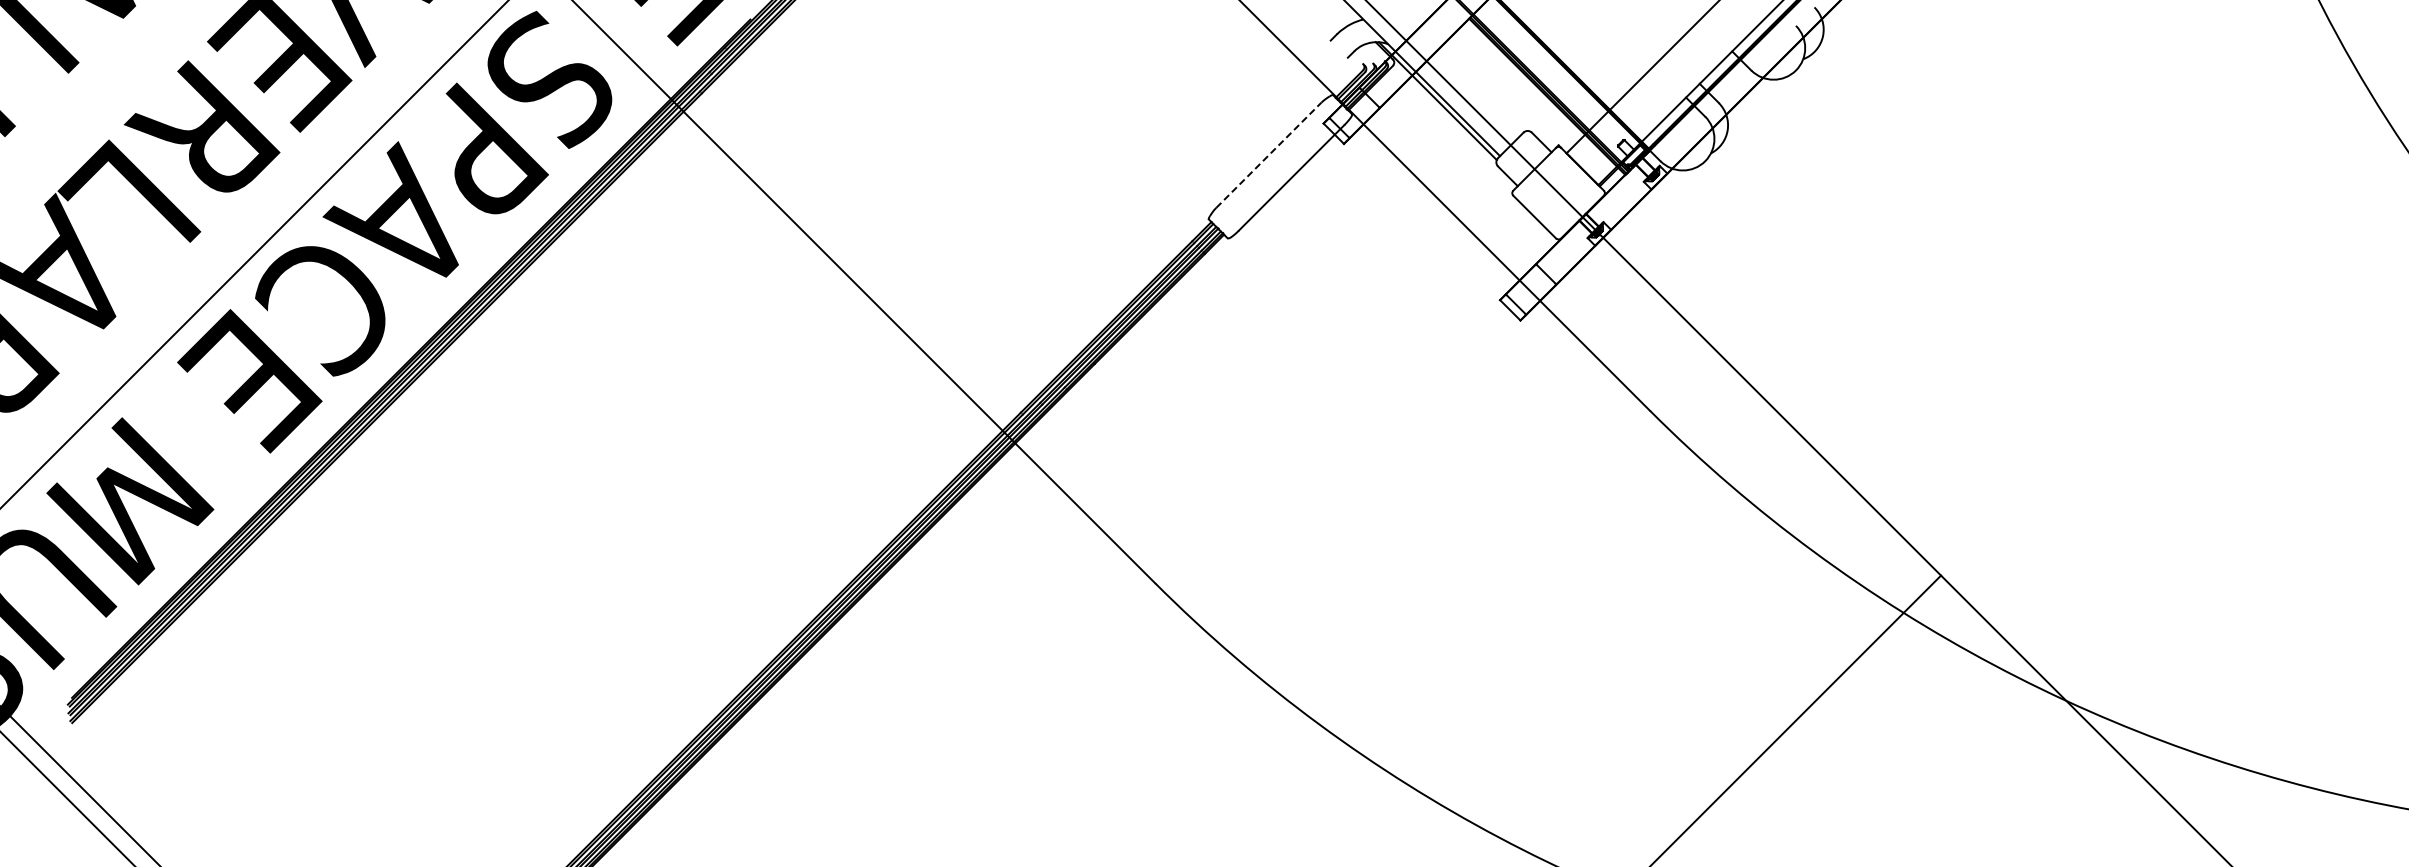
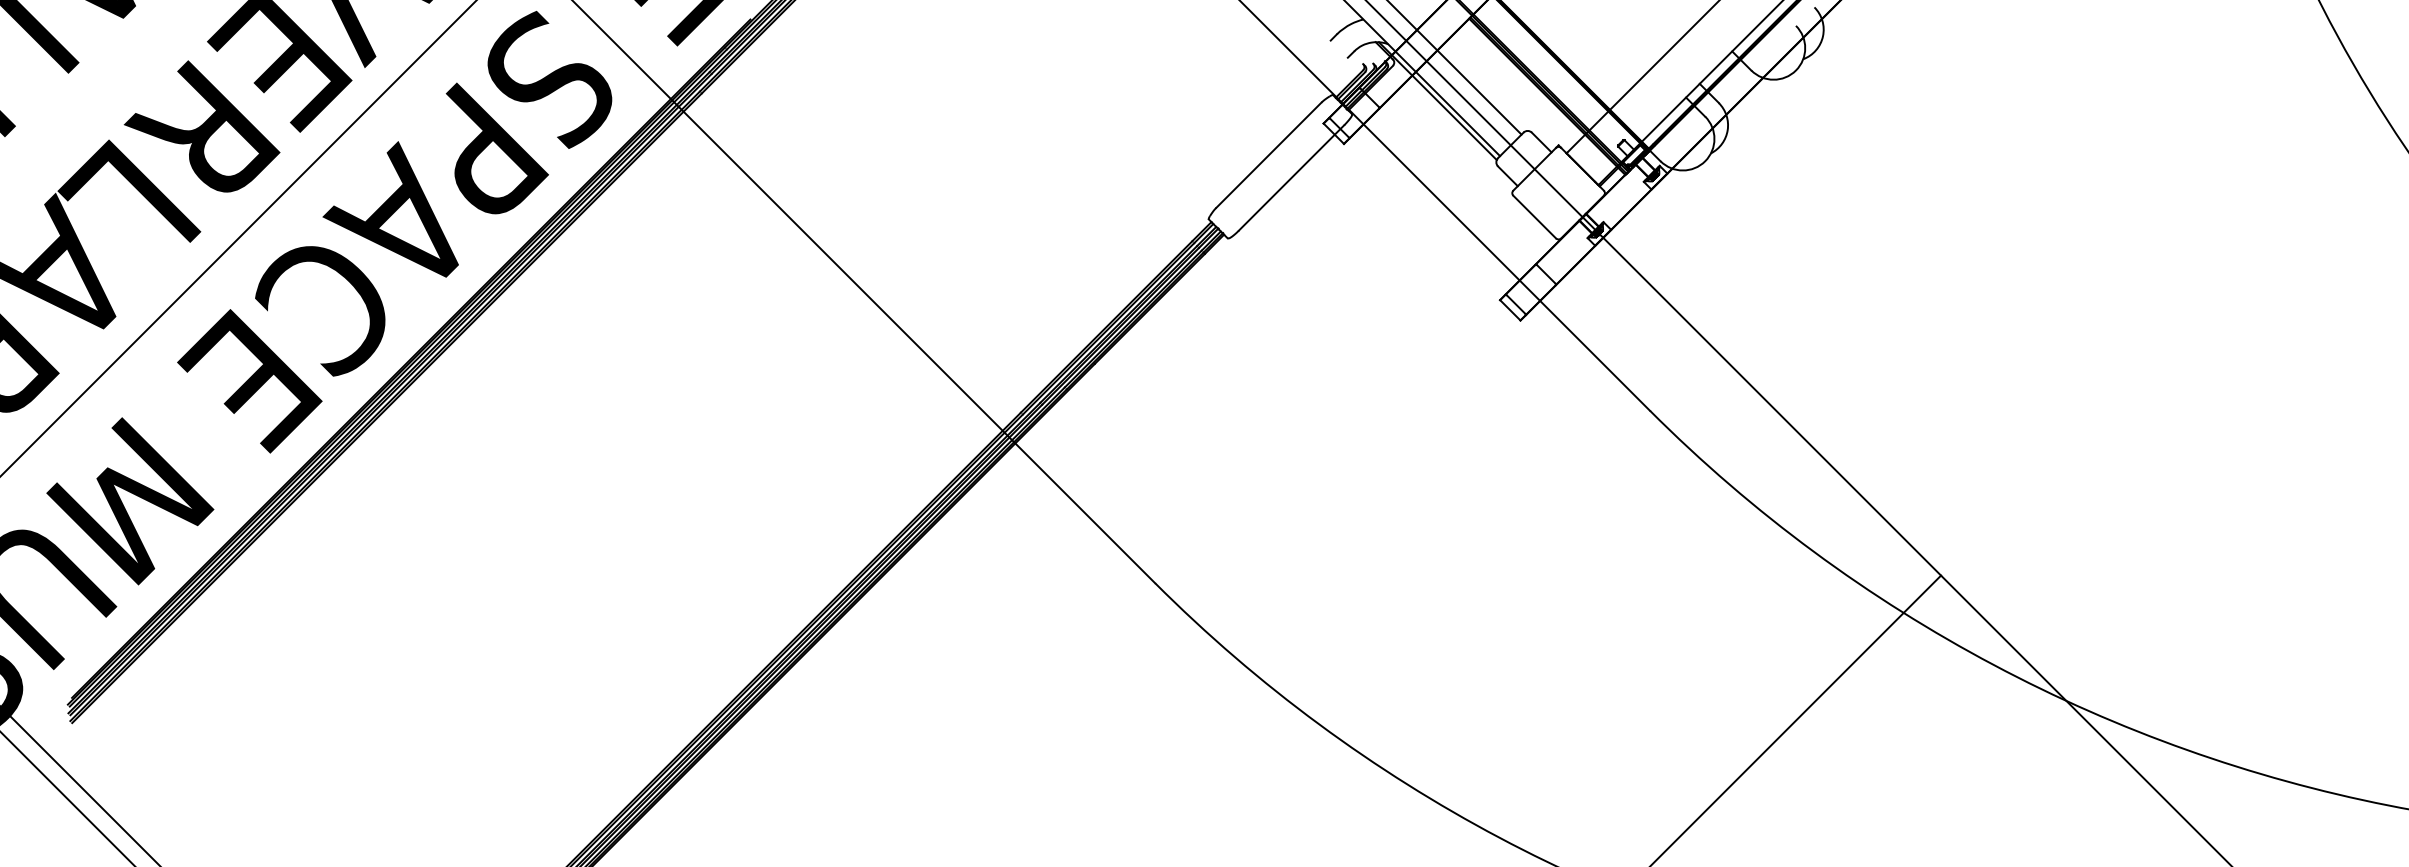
line at (1455, 68): none -> present
line at (1269, 154): dashed -> solid
line at (254, 254) position: (254, 254) -> (238, 238)
